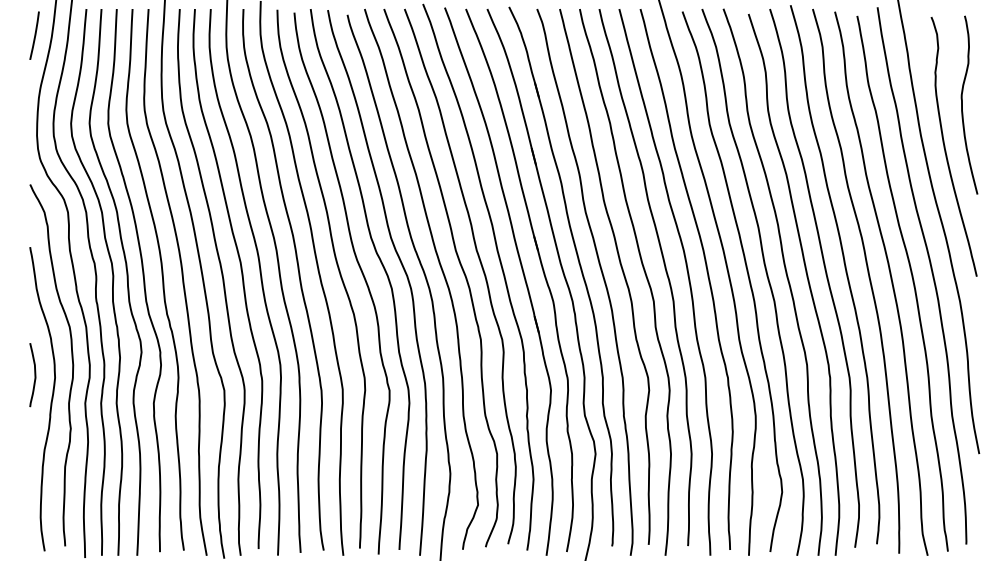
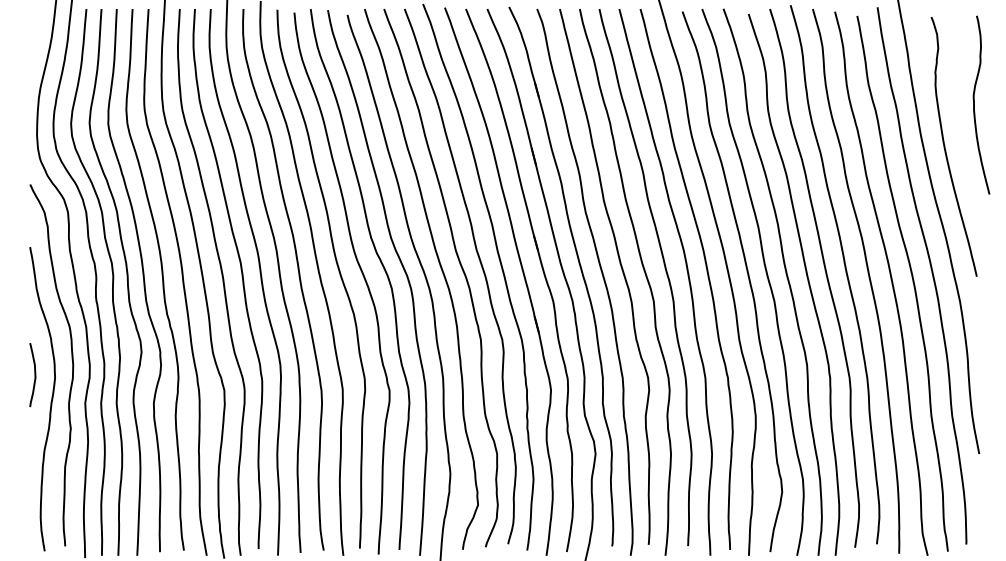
line at (34, 35): present -> none
curve at (962, 104) position: (962, 104) -> (974, 104)
